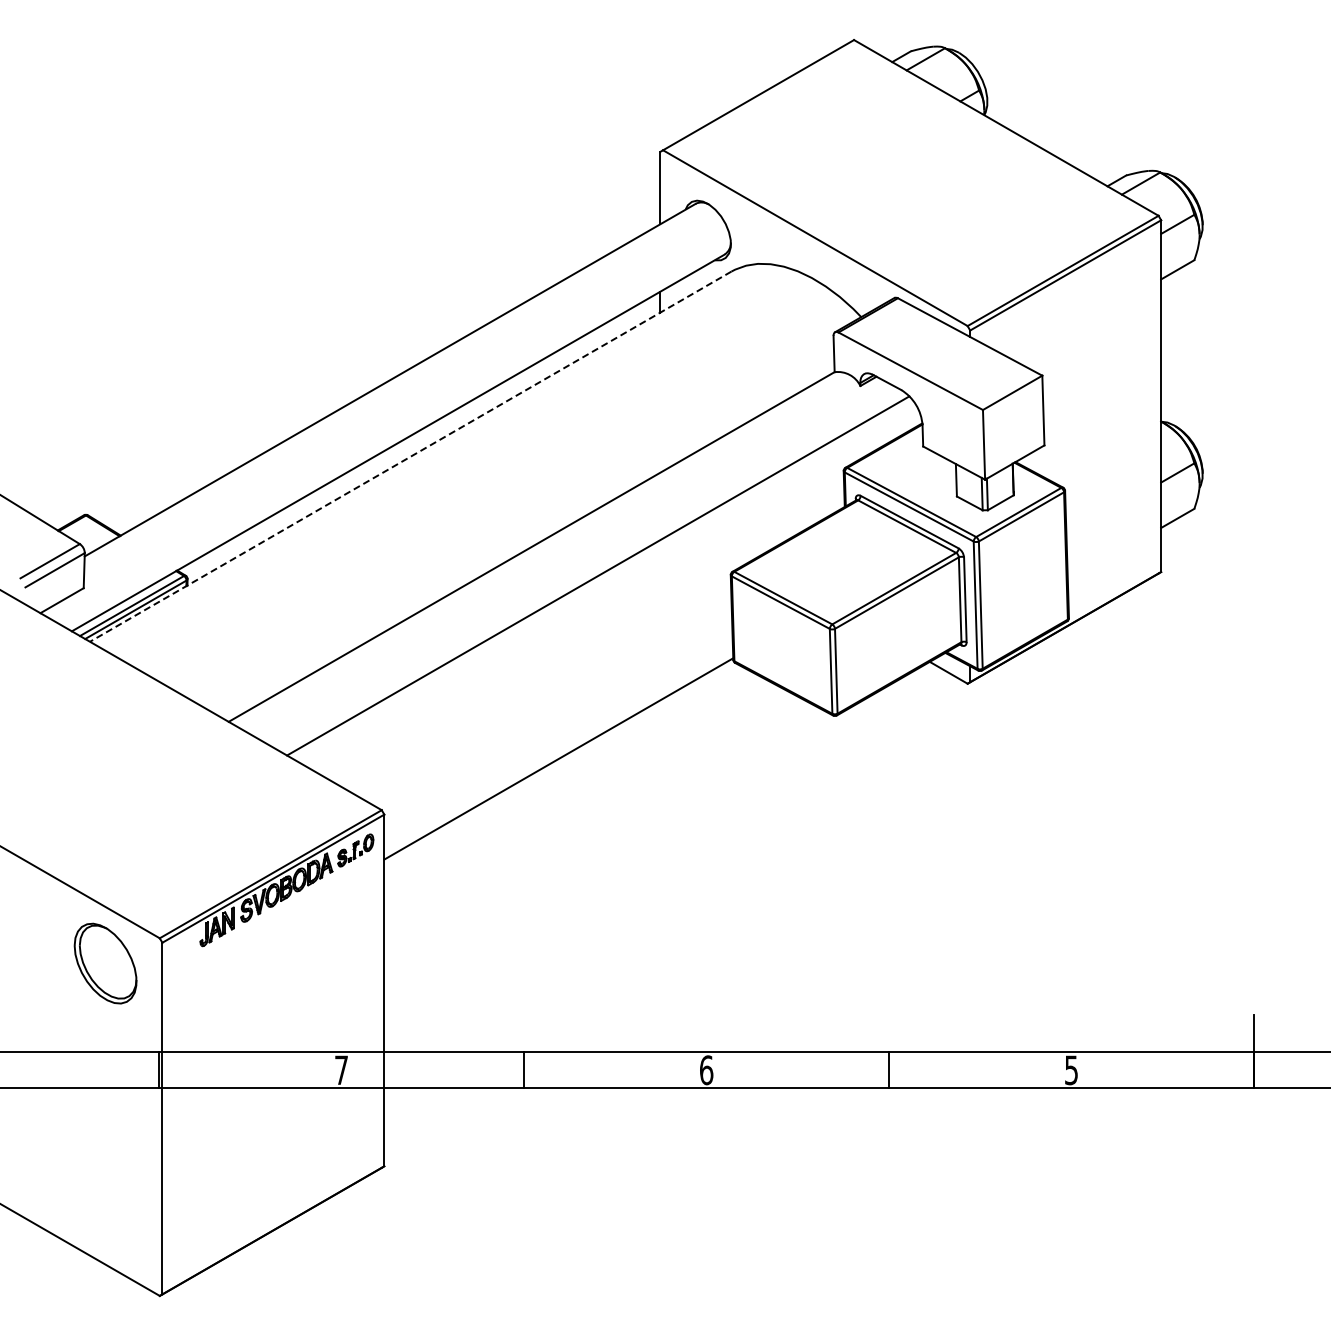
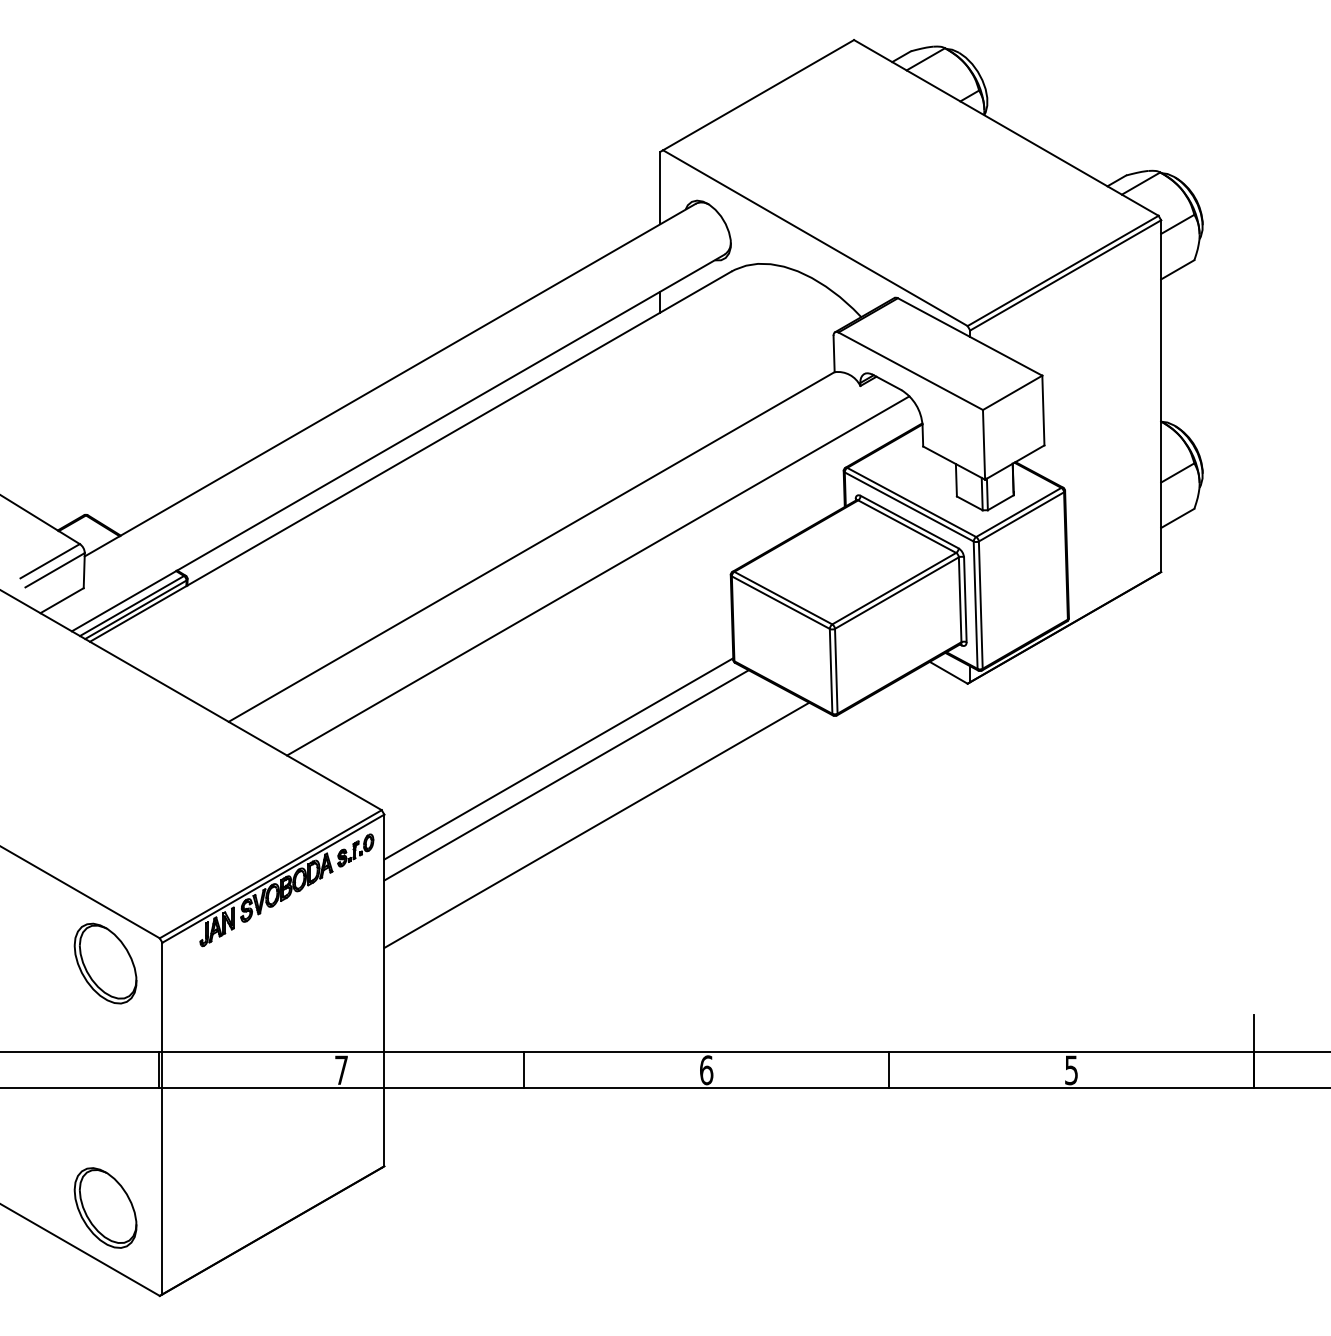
line at (410, 456): dashed -> solid
line at (566, 775): none -> present
line at (596, 825): none -> present
part at (105, 1207): none -> present
